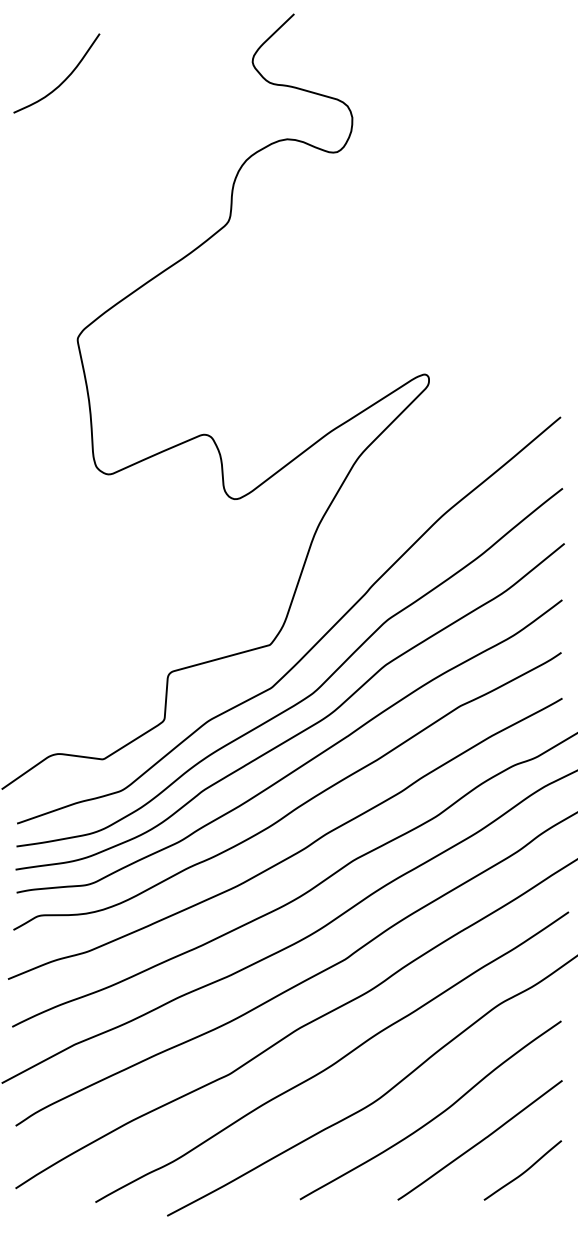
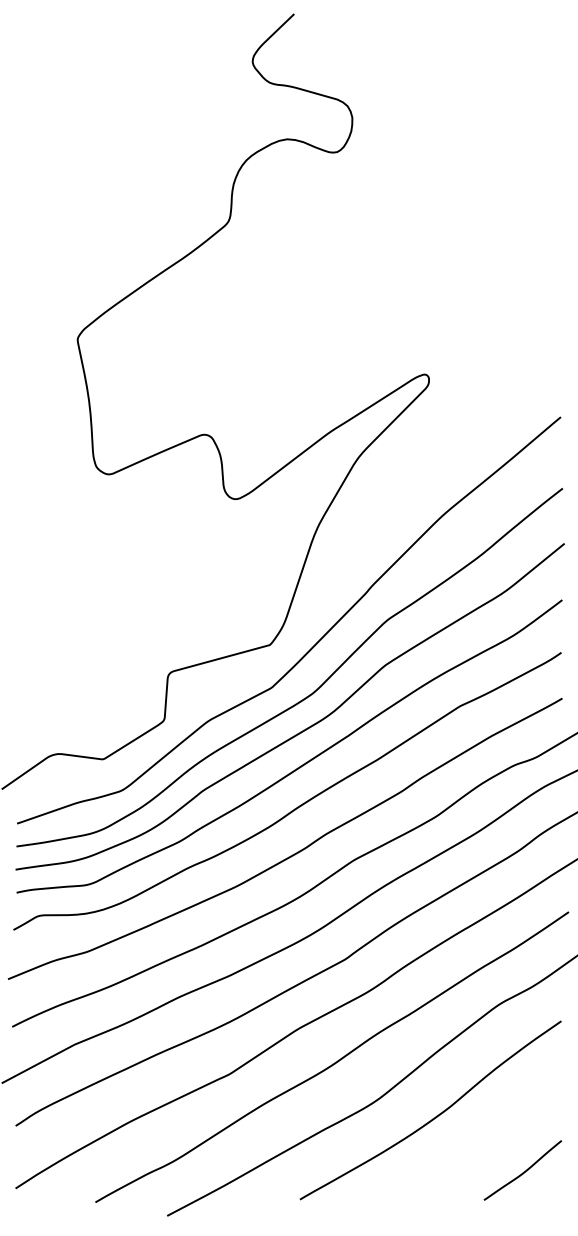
curve at (63, 80): present -> none
curve at (480, 1140): present -> none
